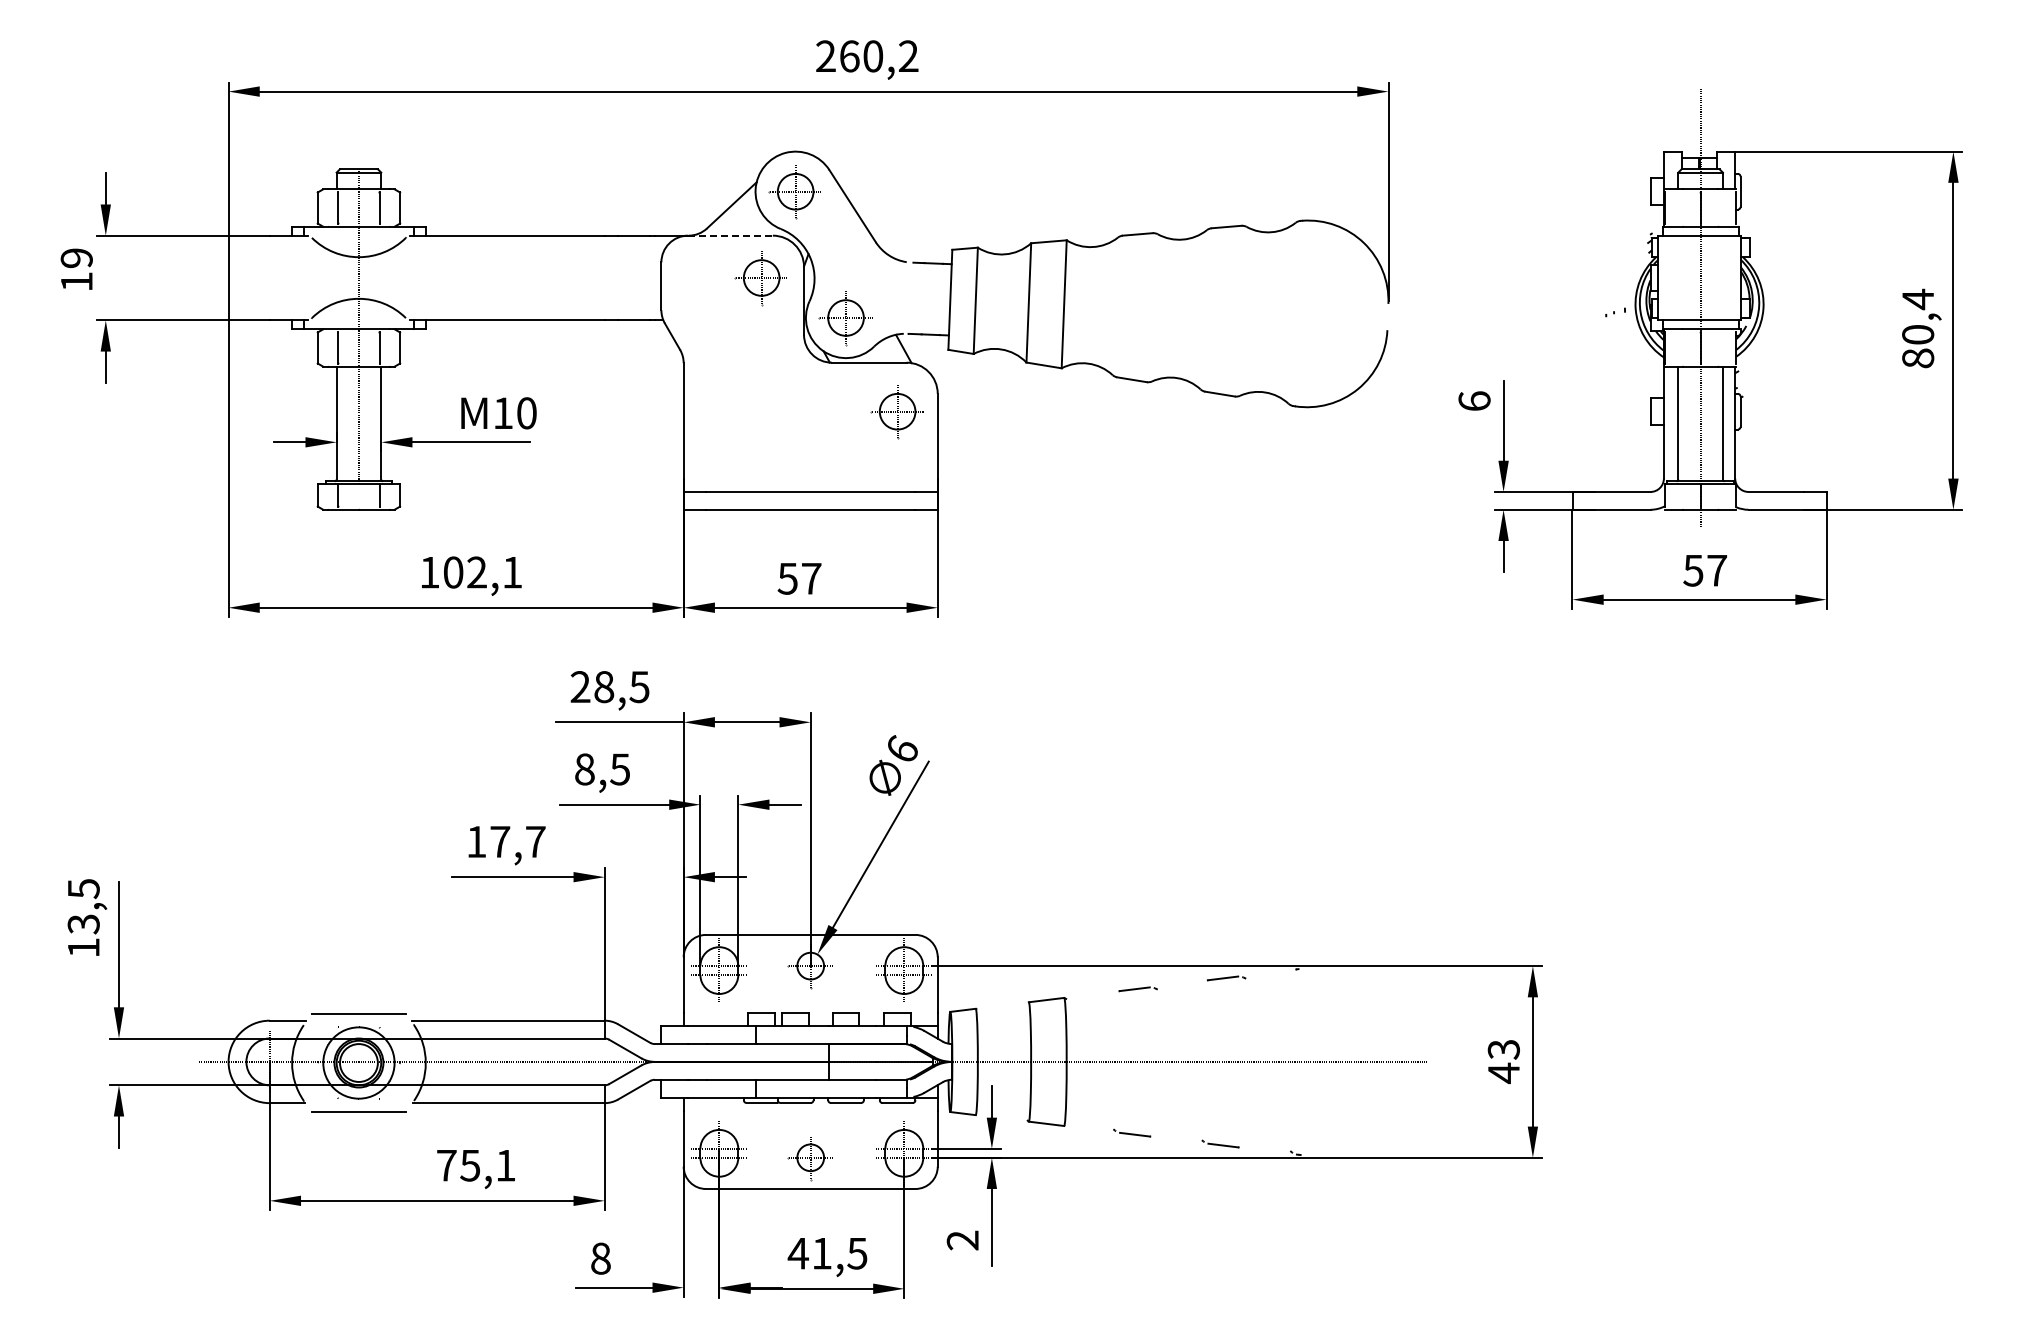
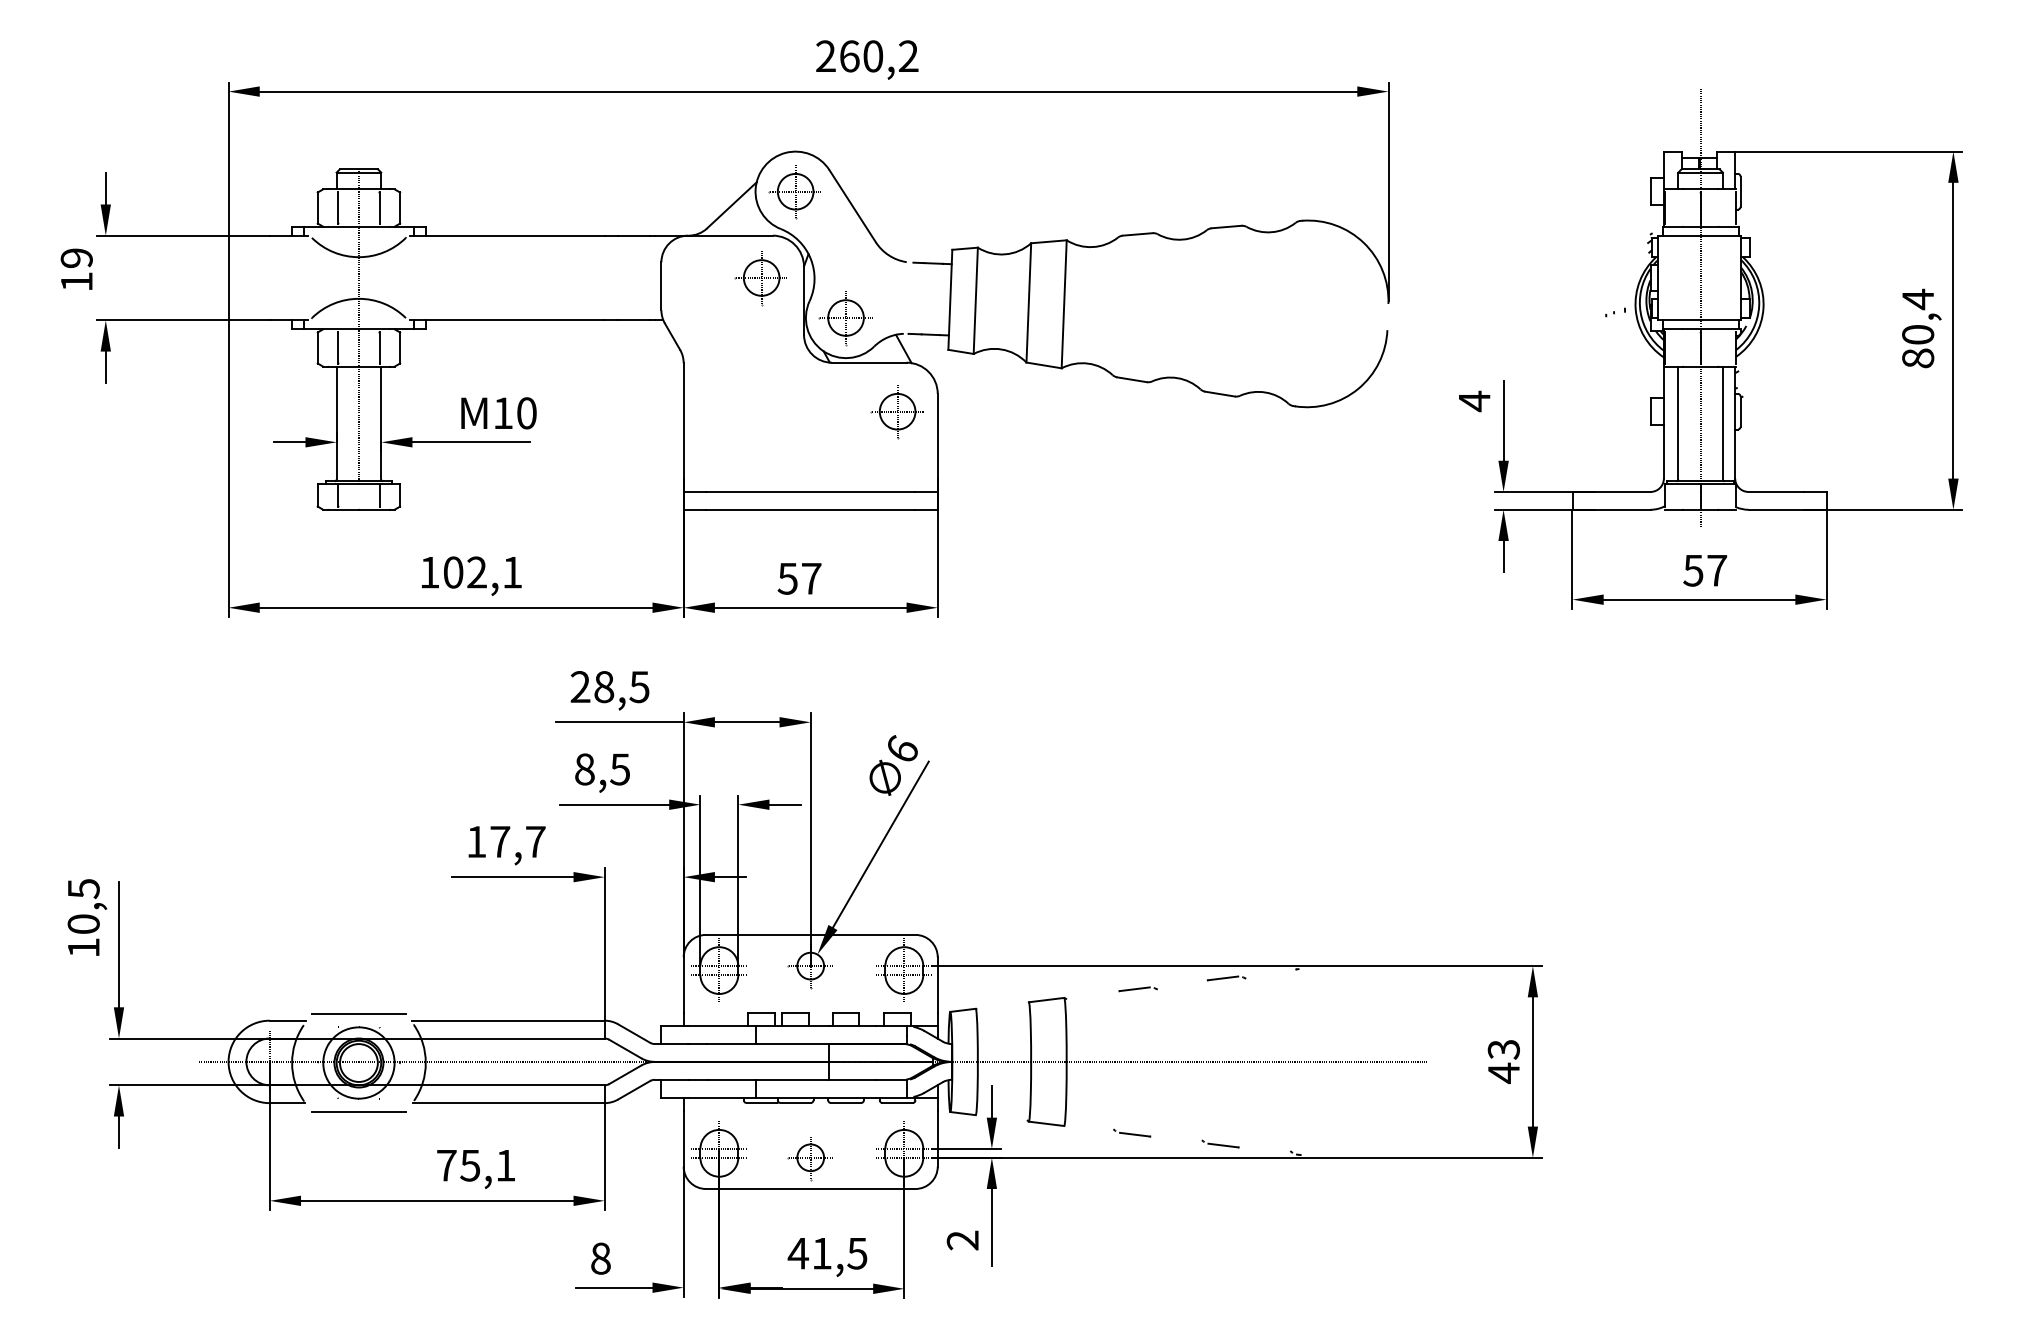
line at (730, 235): dashed -> solid
text at (1474, 401): 6 -> 4
text at (83, 924): 13,5 -> 10,5
